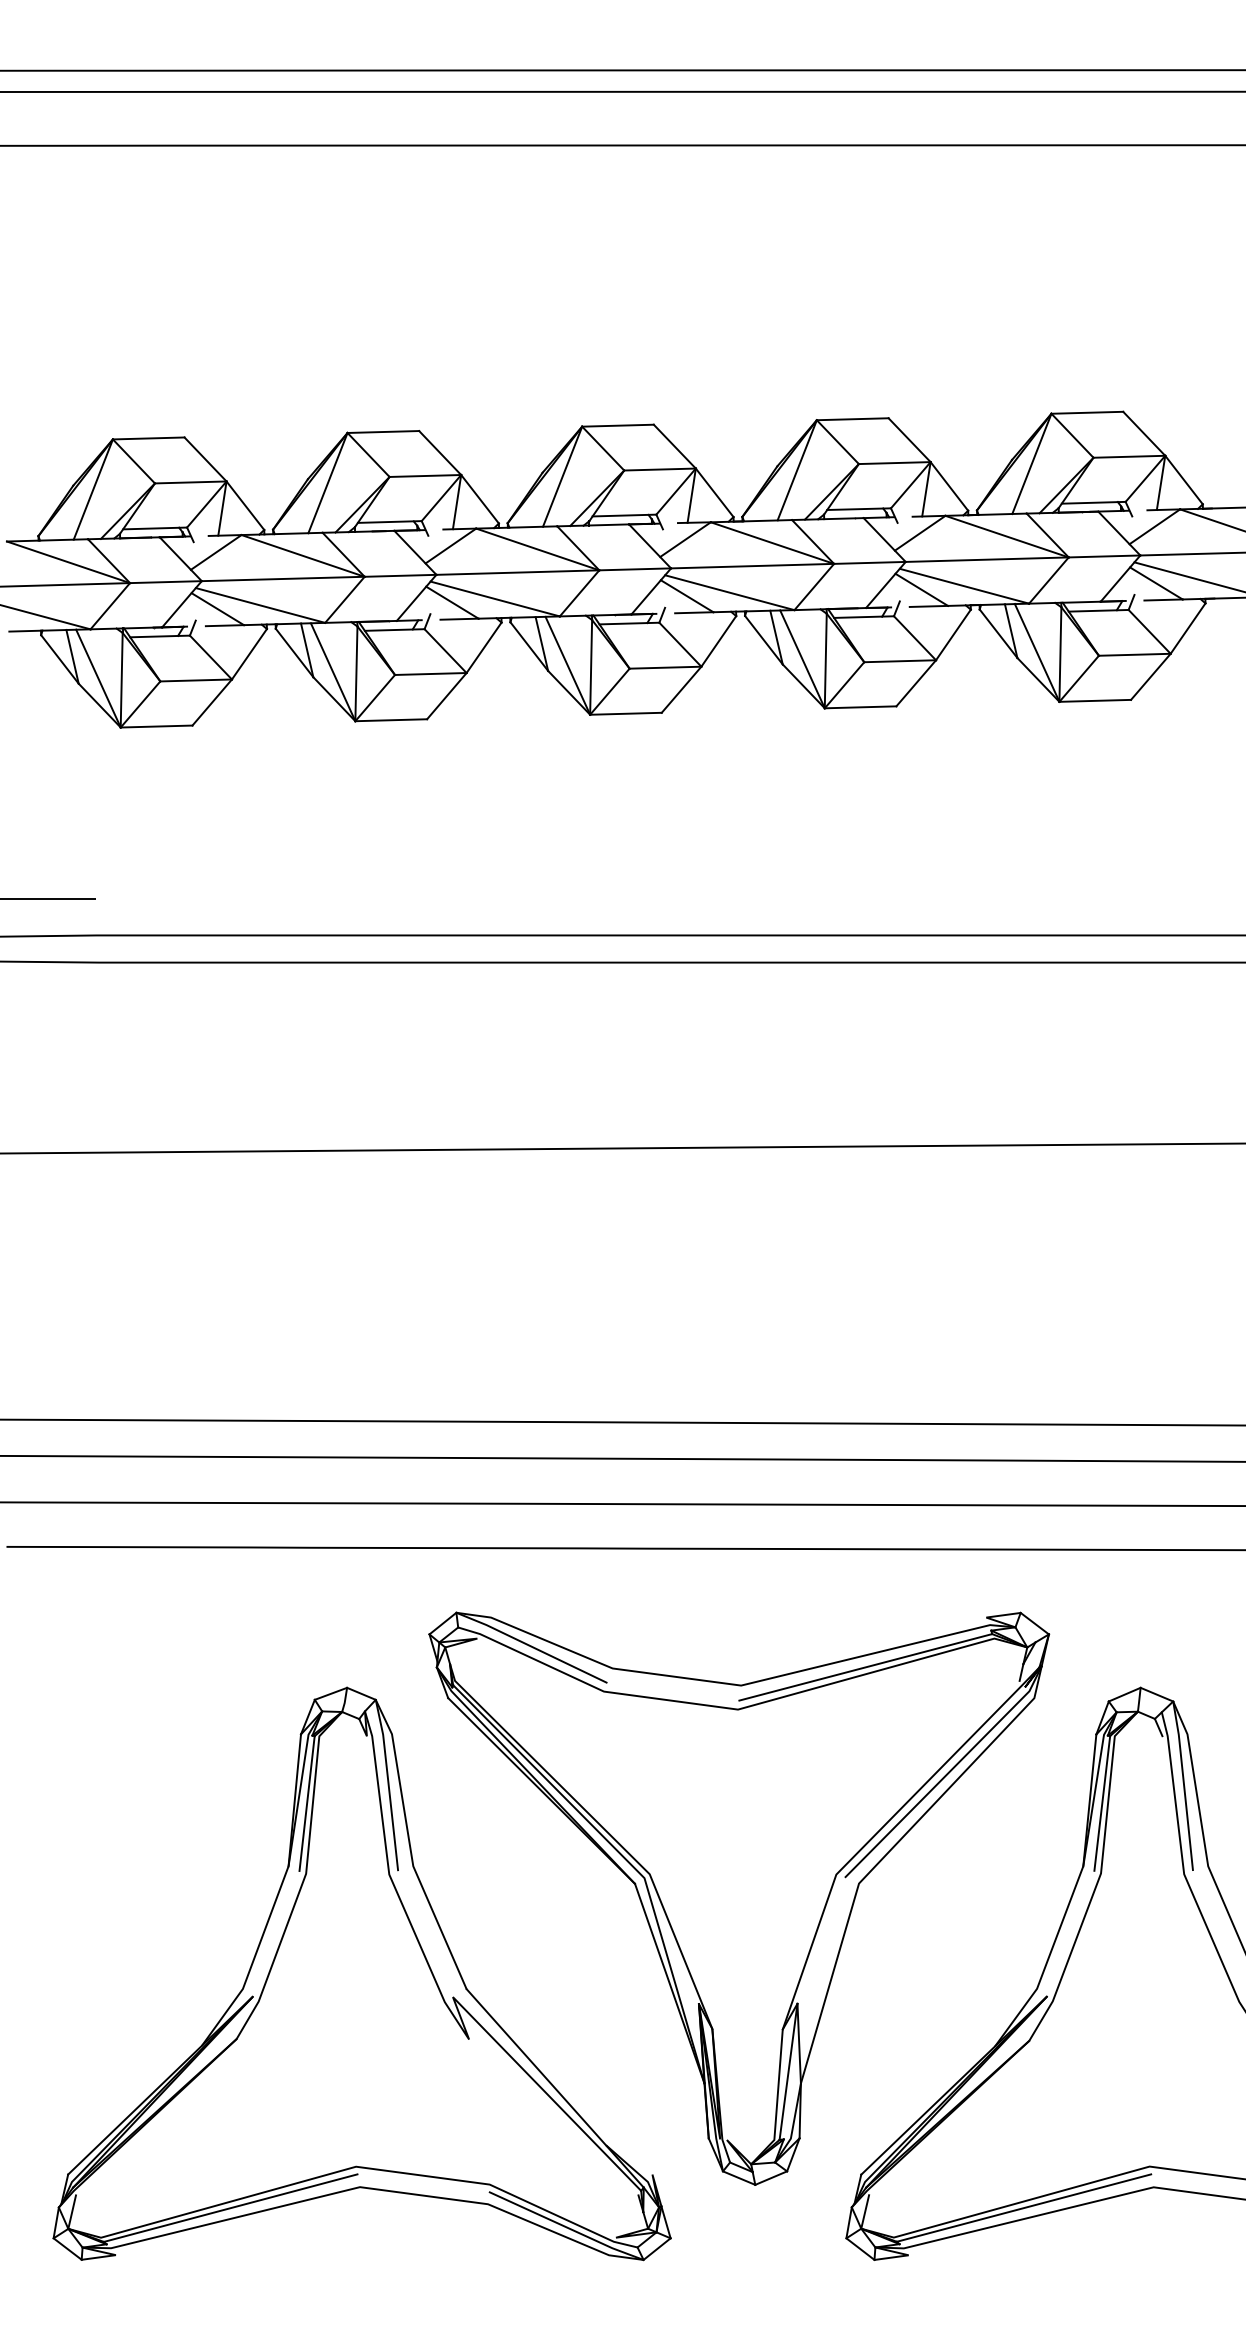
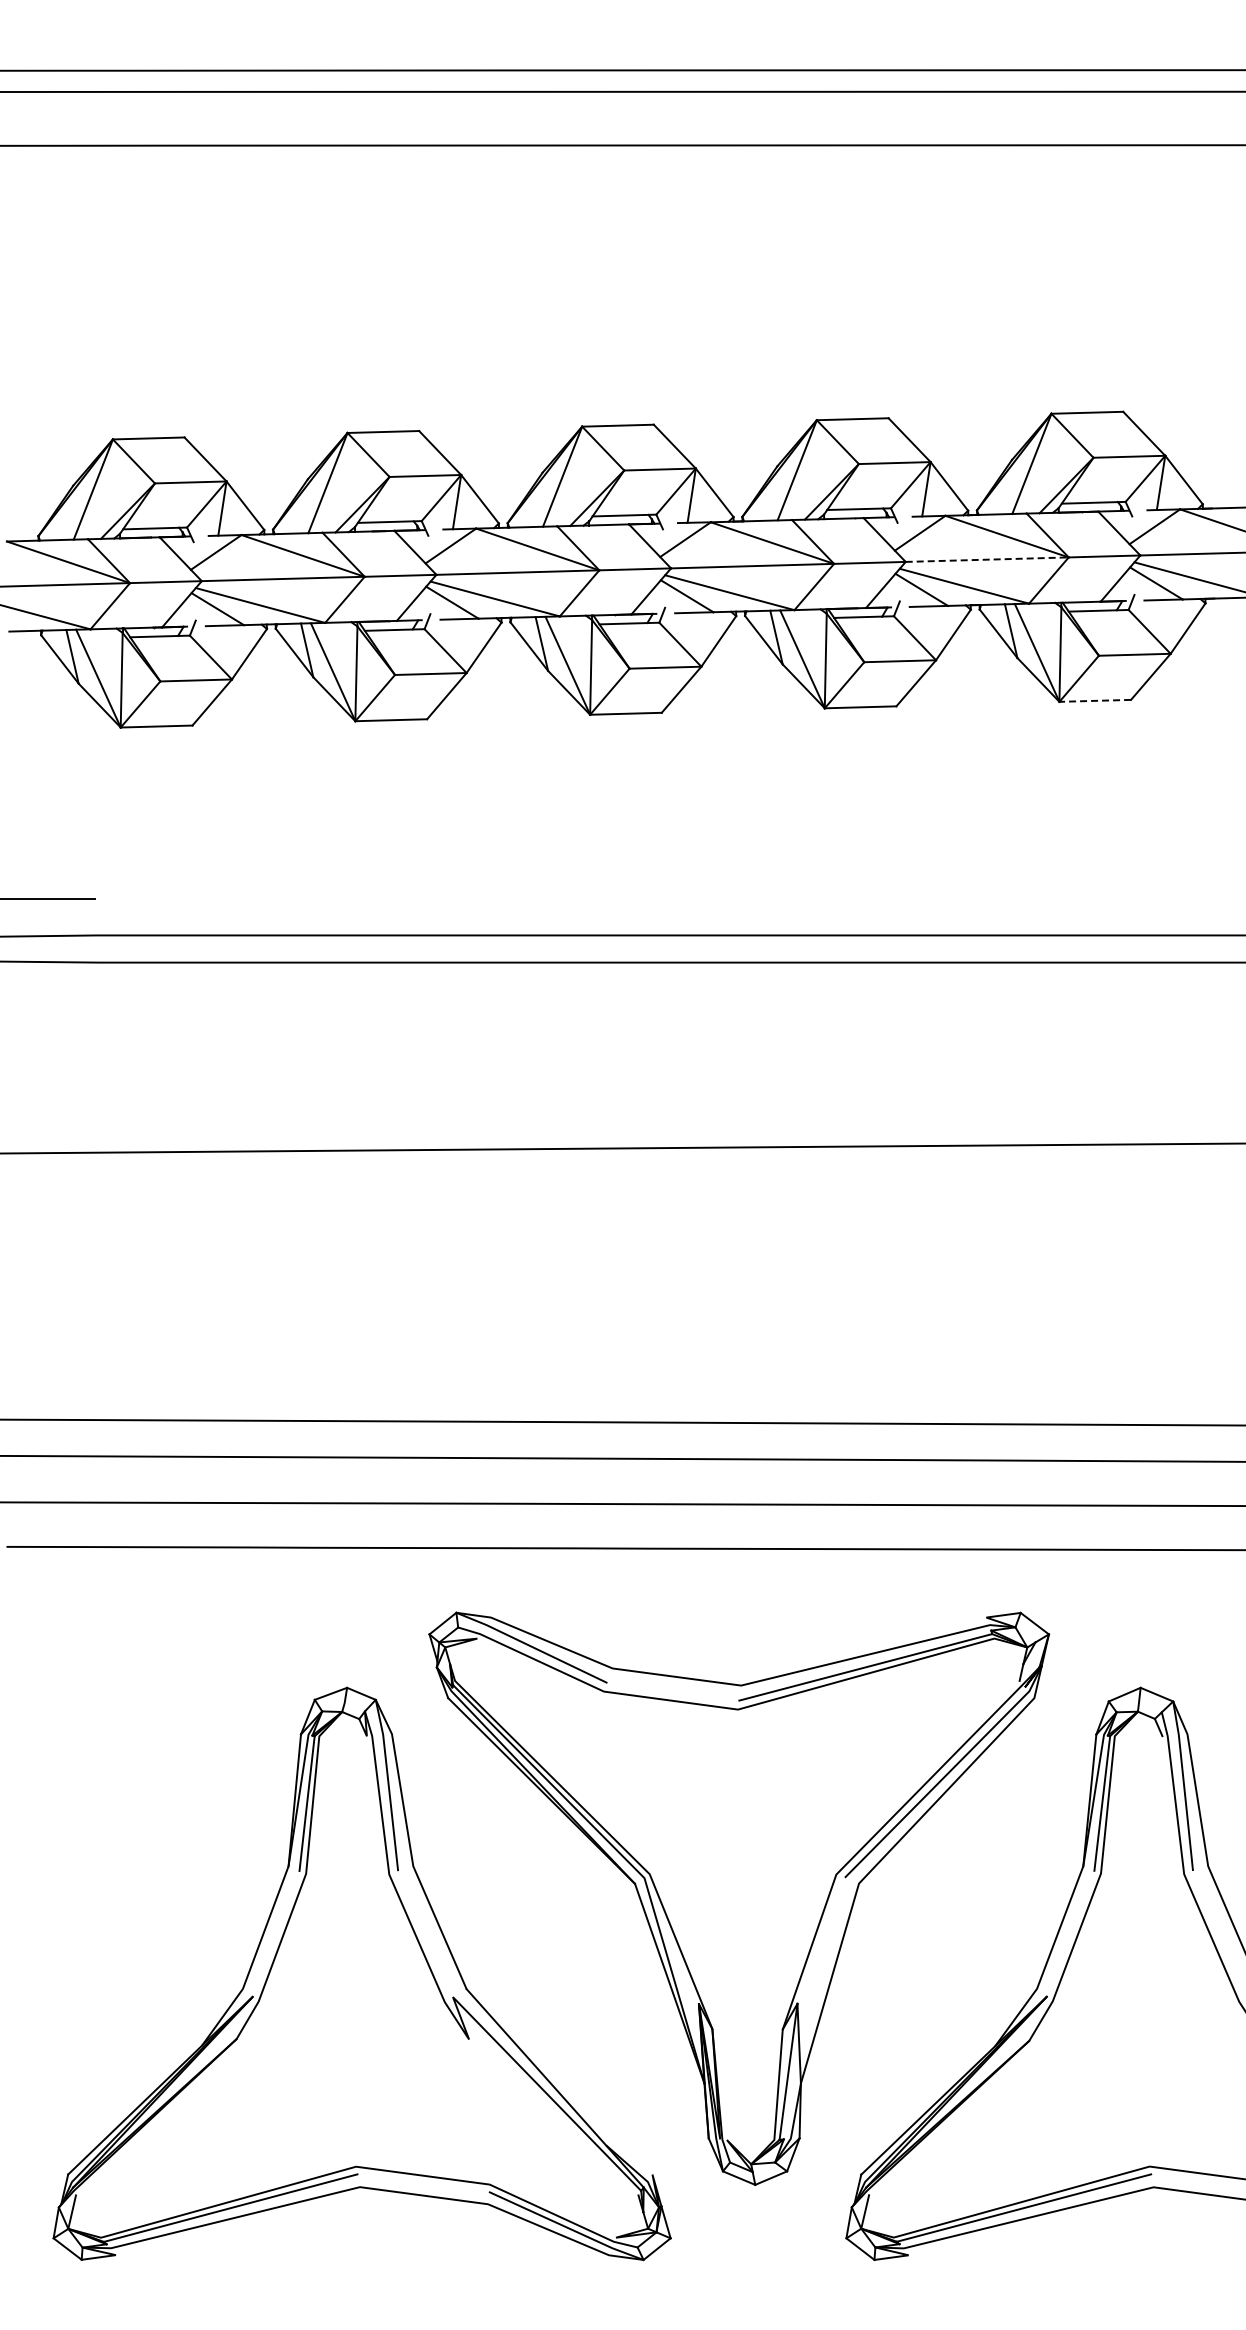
line at (987, 559): solid -> dashed
line at (1095, 700): solid -> dashed
